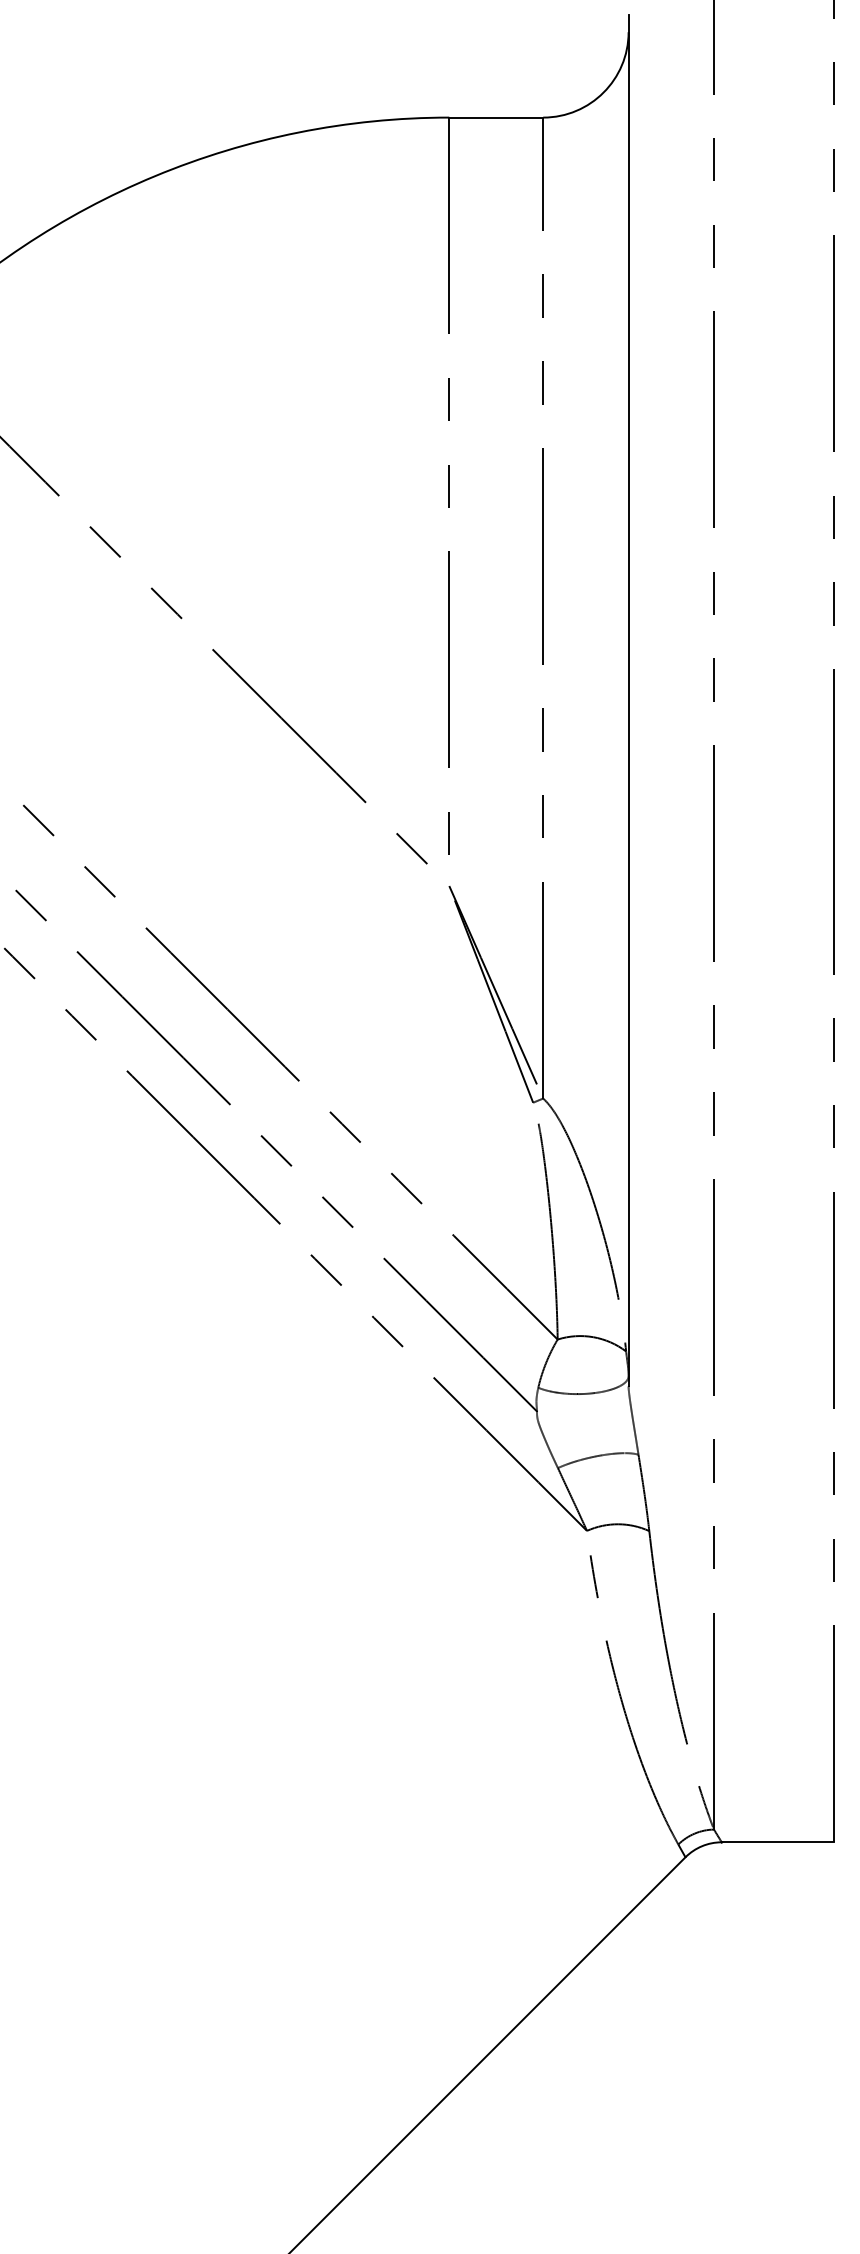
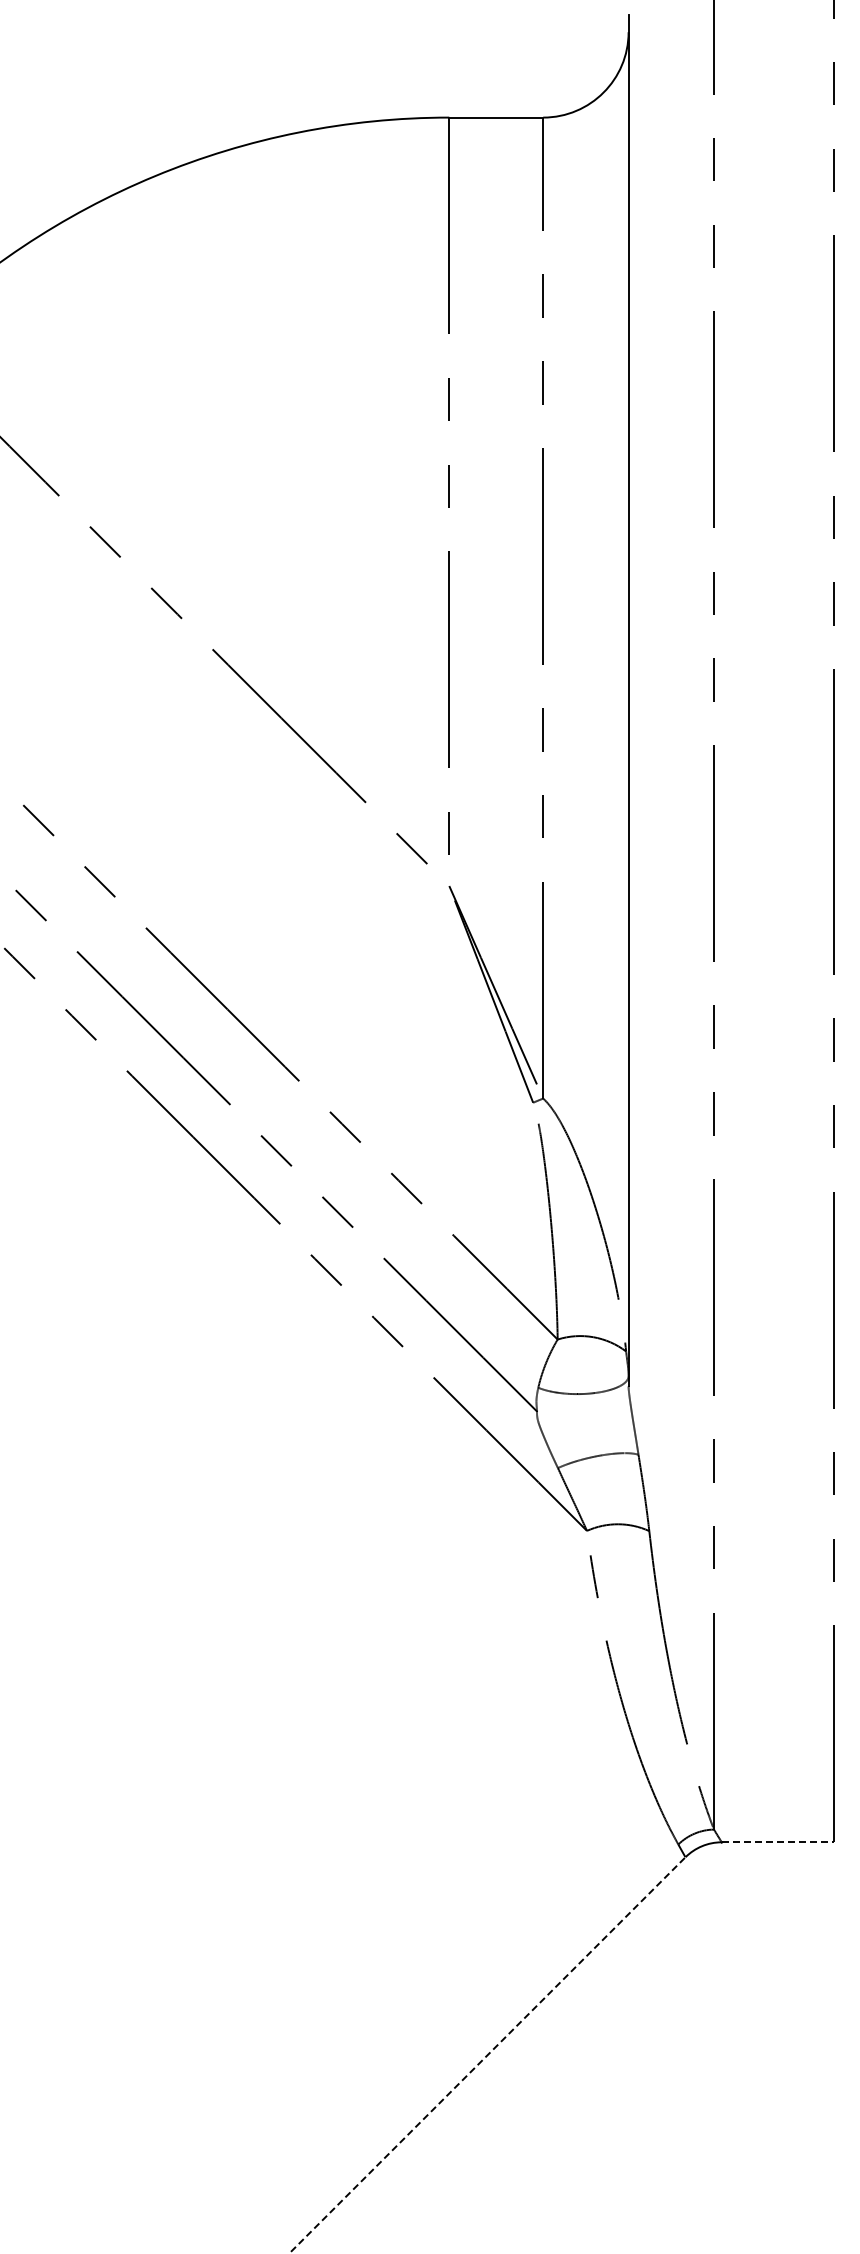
line at (778, 1842): solid -> dashed
line at (487, 2055): solid -> dashed
